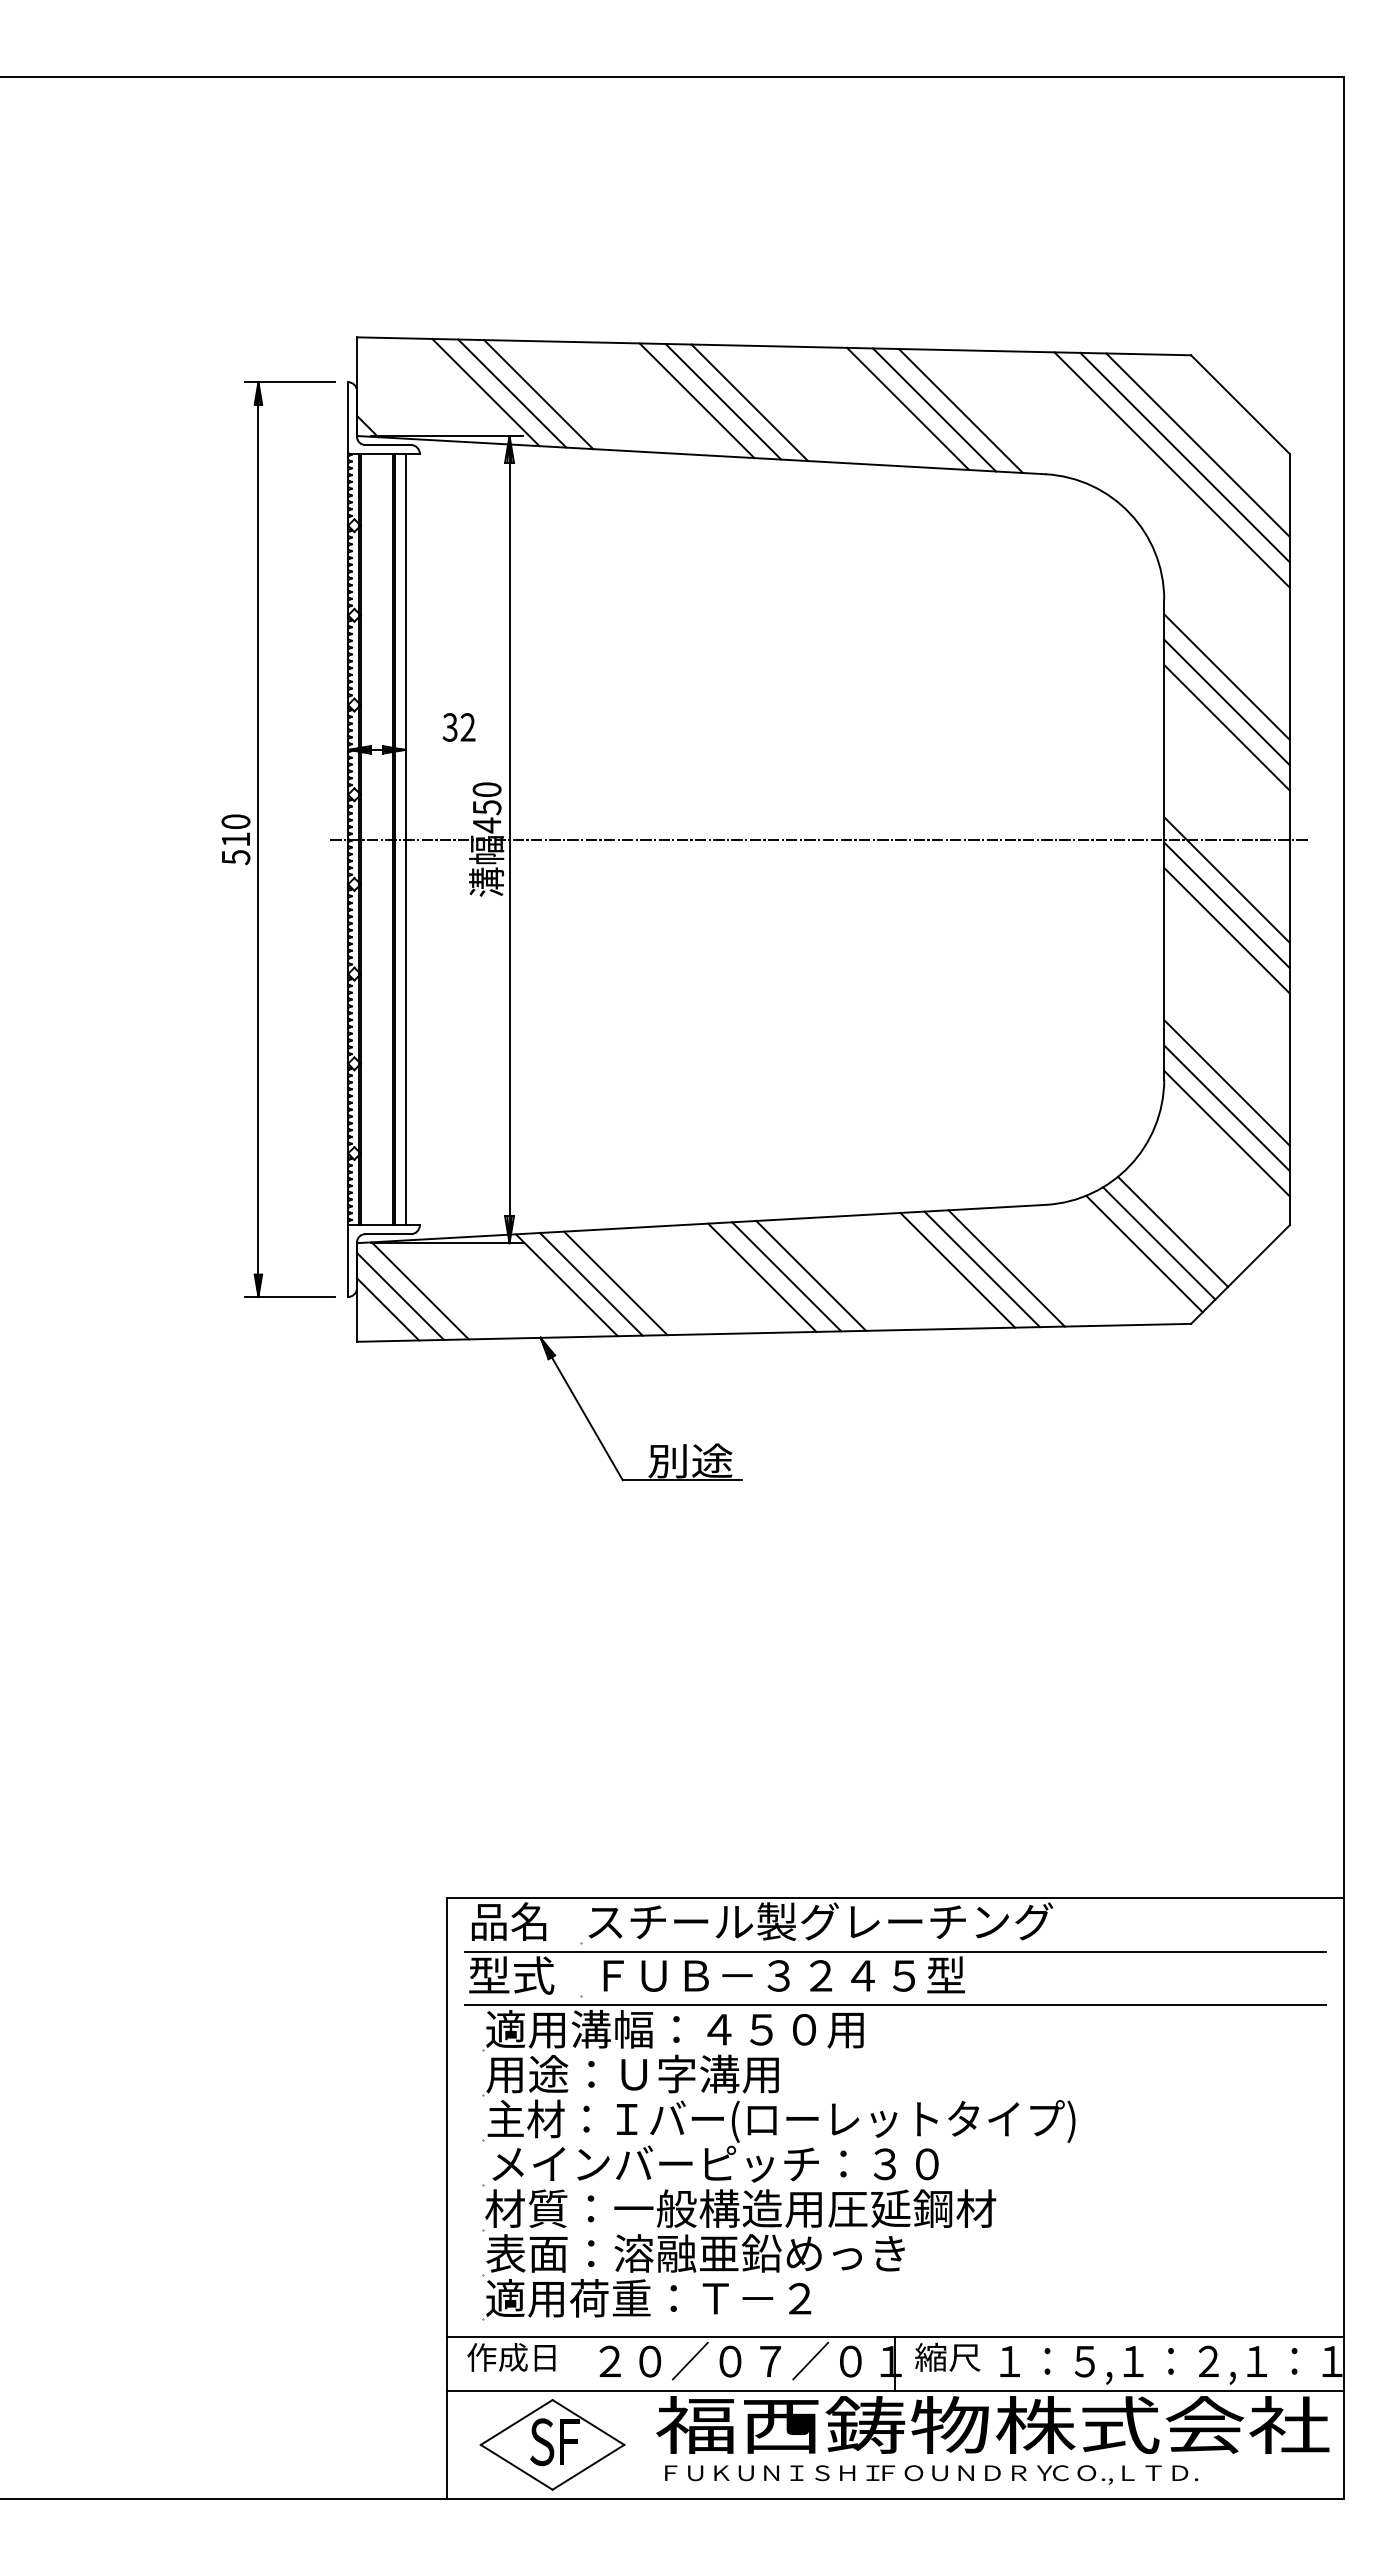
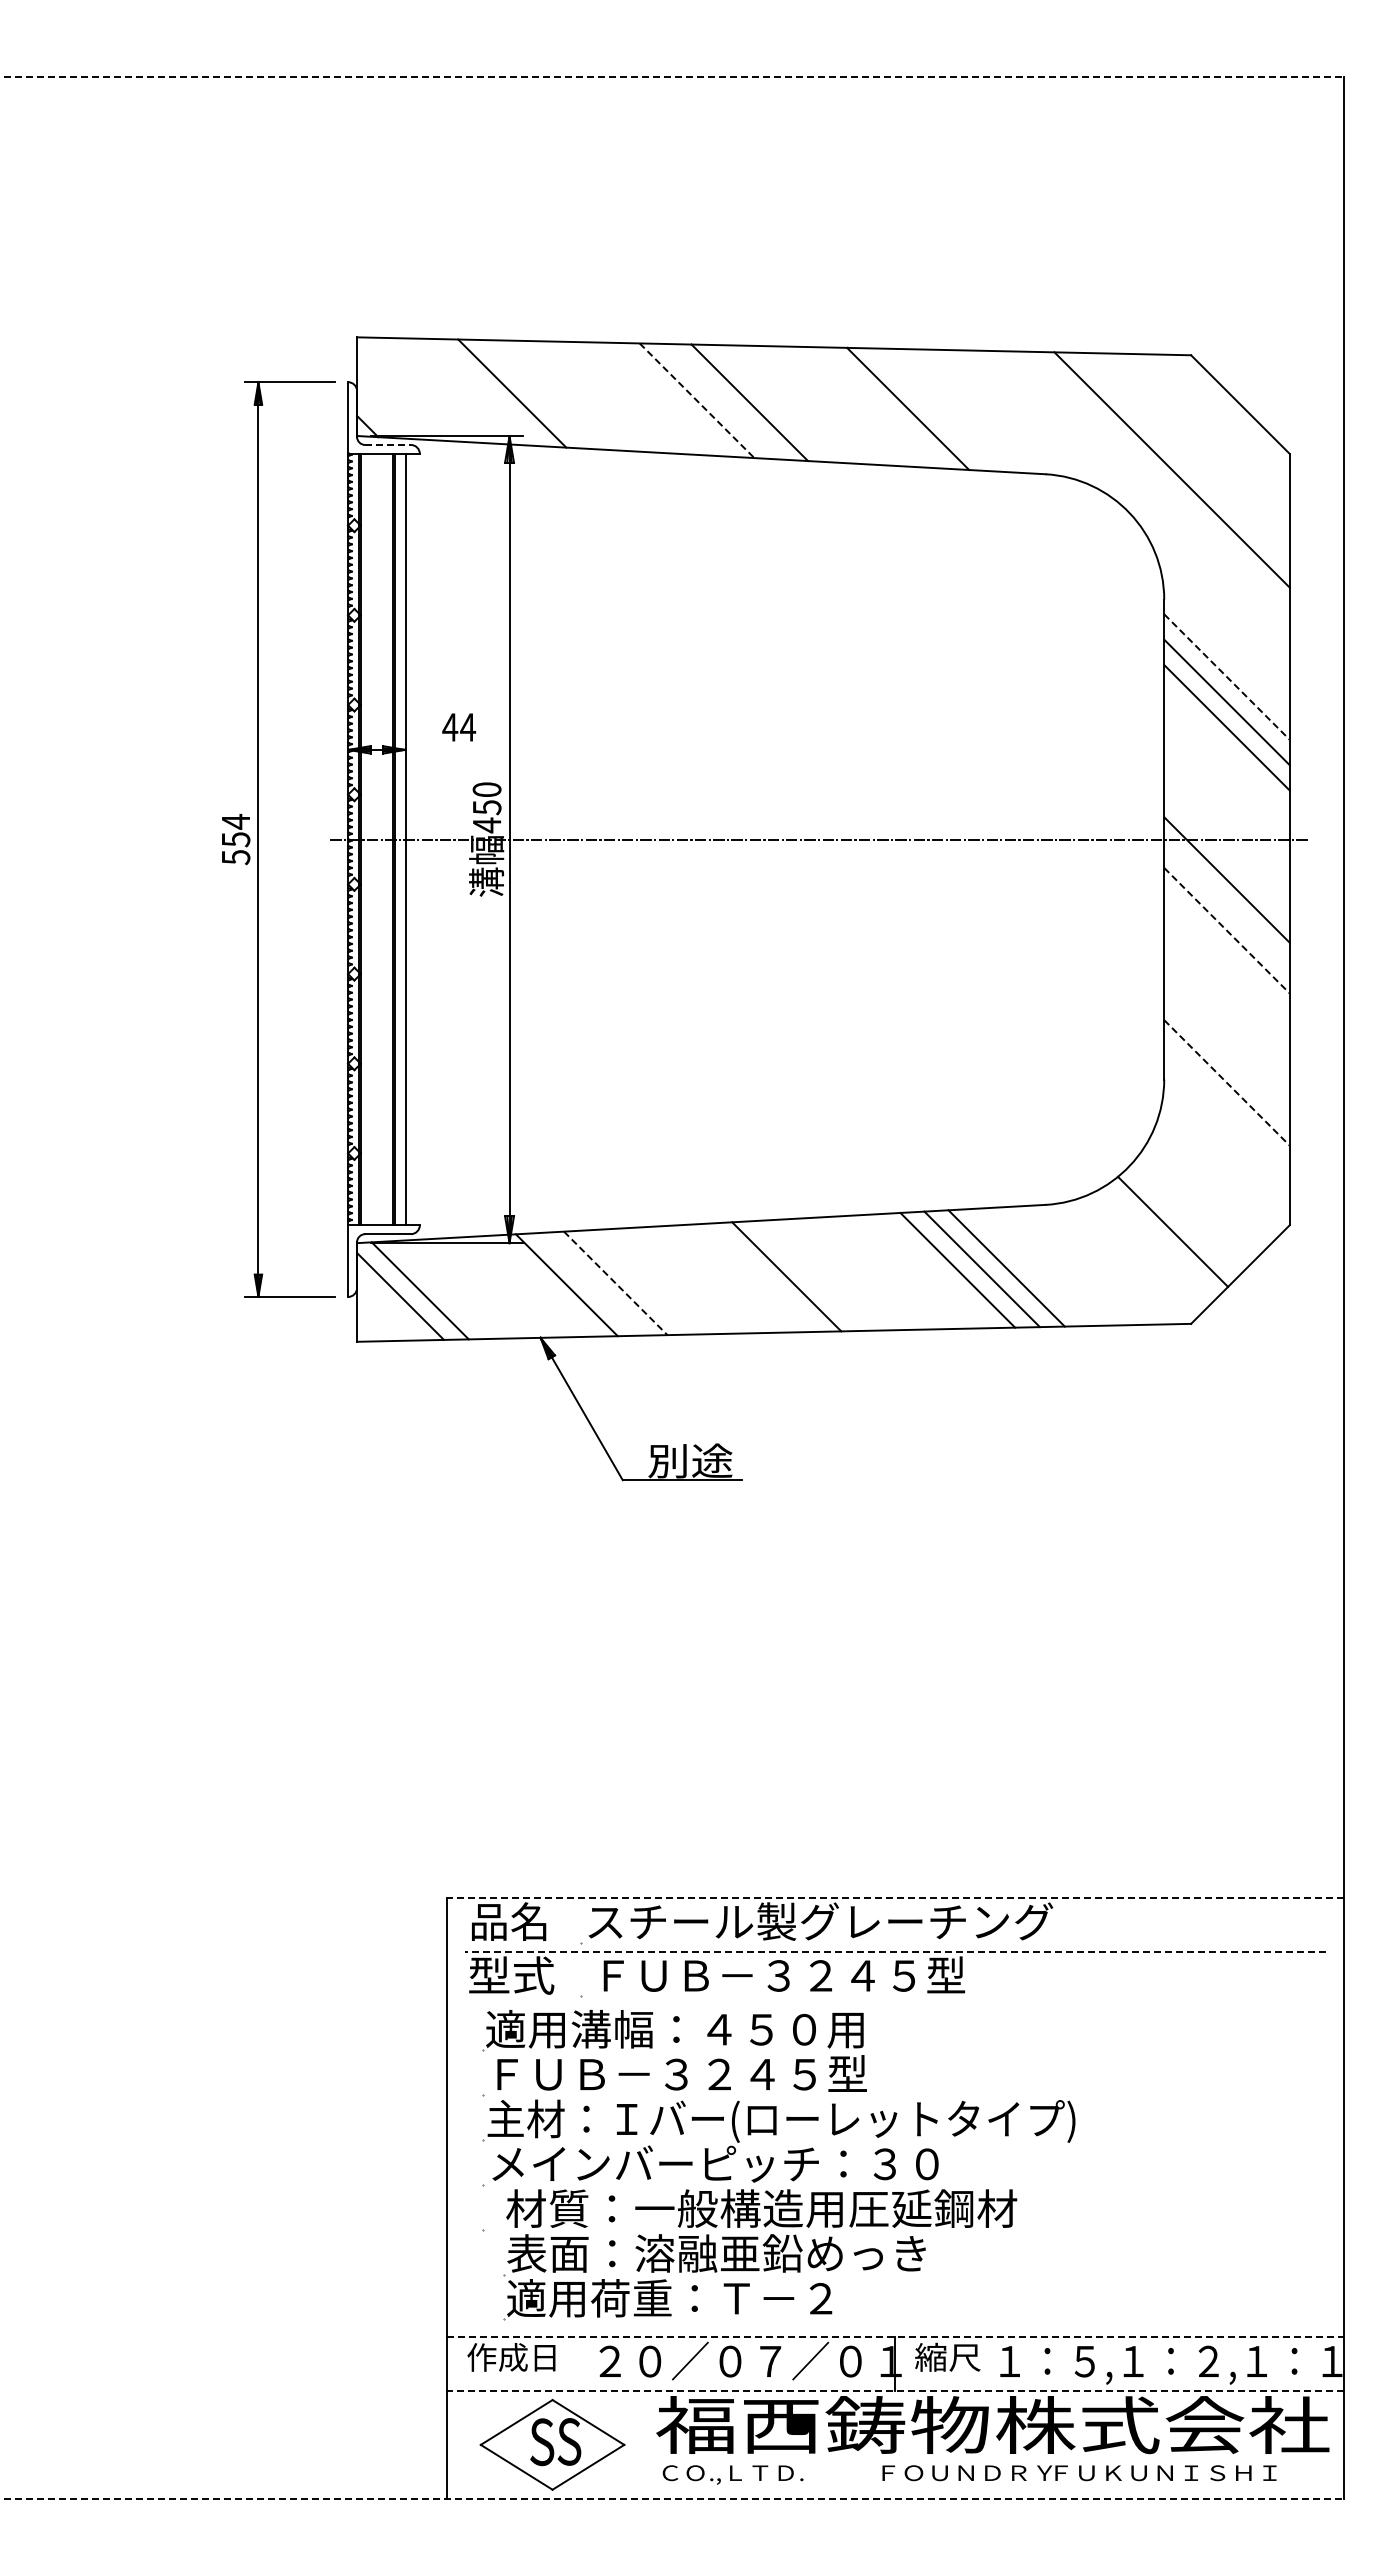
line at (672, 77): solid -> dashed
line at (485, 392): present -> none
line at (538, 394): present -> none
line at (697, 401): solid -> dashed
line at (723, 401): present -> none
line at (934, 409): present -> none
line at (960, 410): present -> none
line at (388, 444): solid -> dashed
line at (1197, 444): present -> none
line at (1184, 457): present -> none
line at (1227, 677): solid -> dashed
text at (459, 727): 32 -> 44
text at (235, 830): 510 -> 554
line at (1226, 905): present -> none
line at (1227, 930): solid -> dashed
line at (1227, 1082): solid -> dashed
line at (1226, 1108): present -> none
line at (1226, 1133): present -> none
line at (1159, 1243): present -> none
line at (1144, 1253): present -> none
line at (811, 1275): present -> none
line at (762, 1277): present -> none
line at (590, 1283): present -> none
line at (616, 1283): solid -> dashed
line at (388, 1309): present -> none
line at (894, 1897): solid -> dashed
line at (894, 1951): solid -> dashed
line at (894, 2005): present -> none
text at (676, 2073): 用途：Ｕ字溝用 -> ＦＵＢ－３２４５型
part at (739, 2254) position: (739, 2254) -> (760, 2254)
line at (895, 2337): solid -> dashed
line at (894, 2391): solid -> dashed
text at (569, 2441): F -> S
text at (770, 2474): ＦＵＫＵＮＩＳＨＩ -> ＣＯ.,ＬＴＤ.
text at (1164, 2474): ＣＯ.,ＬＴＤ. -> ＦＵＫＵＮＩＳＨＩ
line at (672, 2498): solid -> dashed
